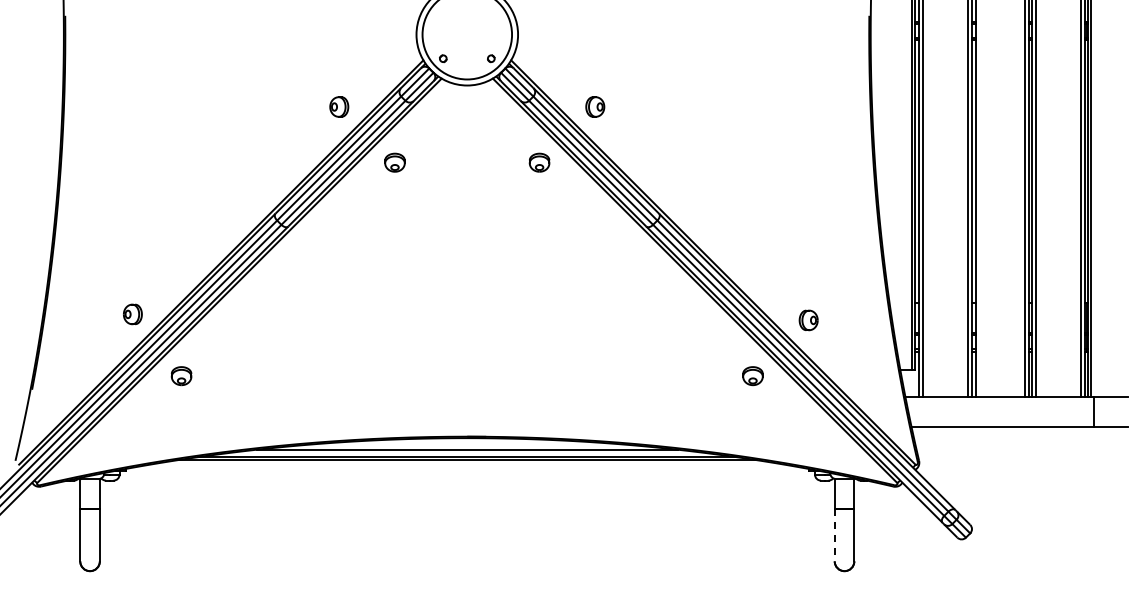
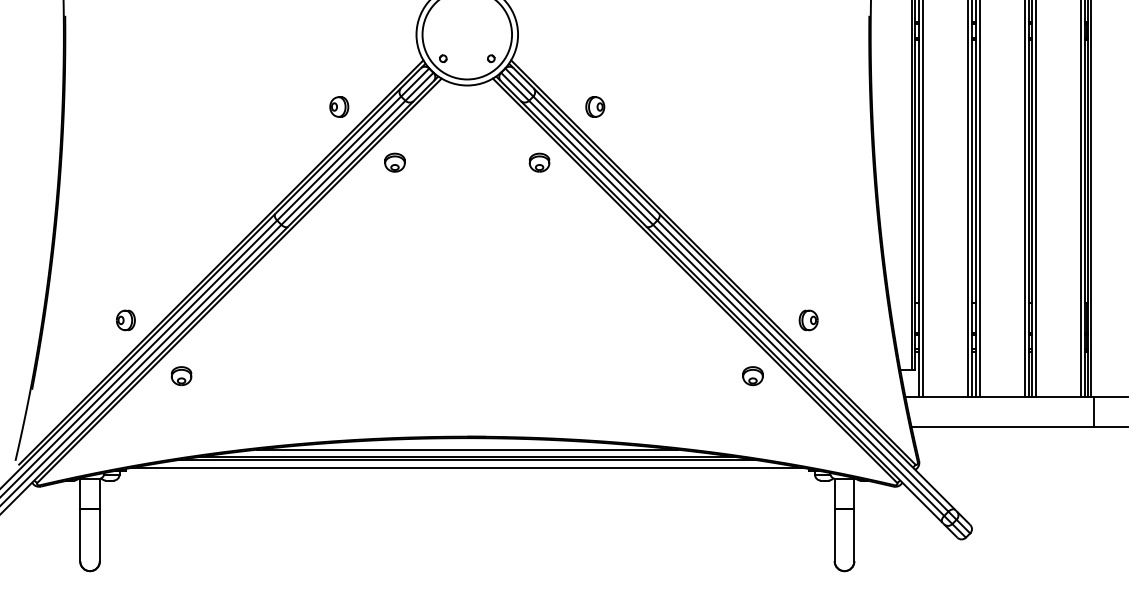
line at (979, 199): none -> present
part at (132, 314) position: (132, 314) -> (125, 320)
line at (467, 467): none -> present
line at (834, 535): dashed -> solid
